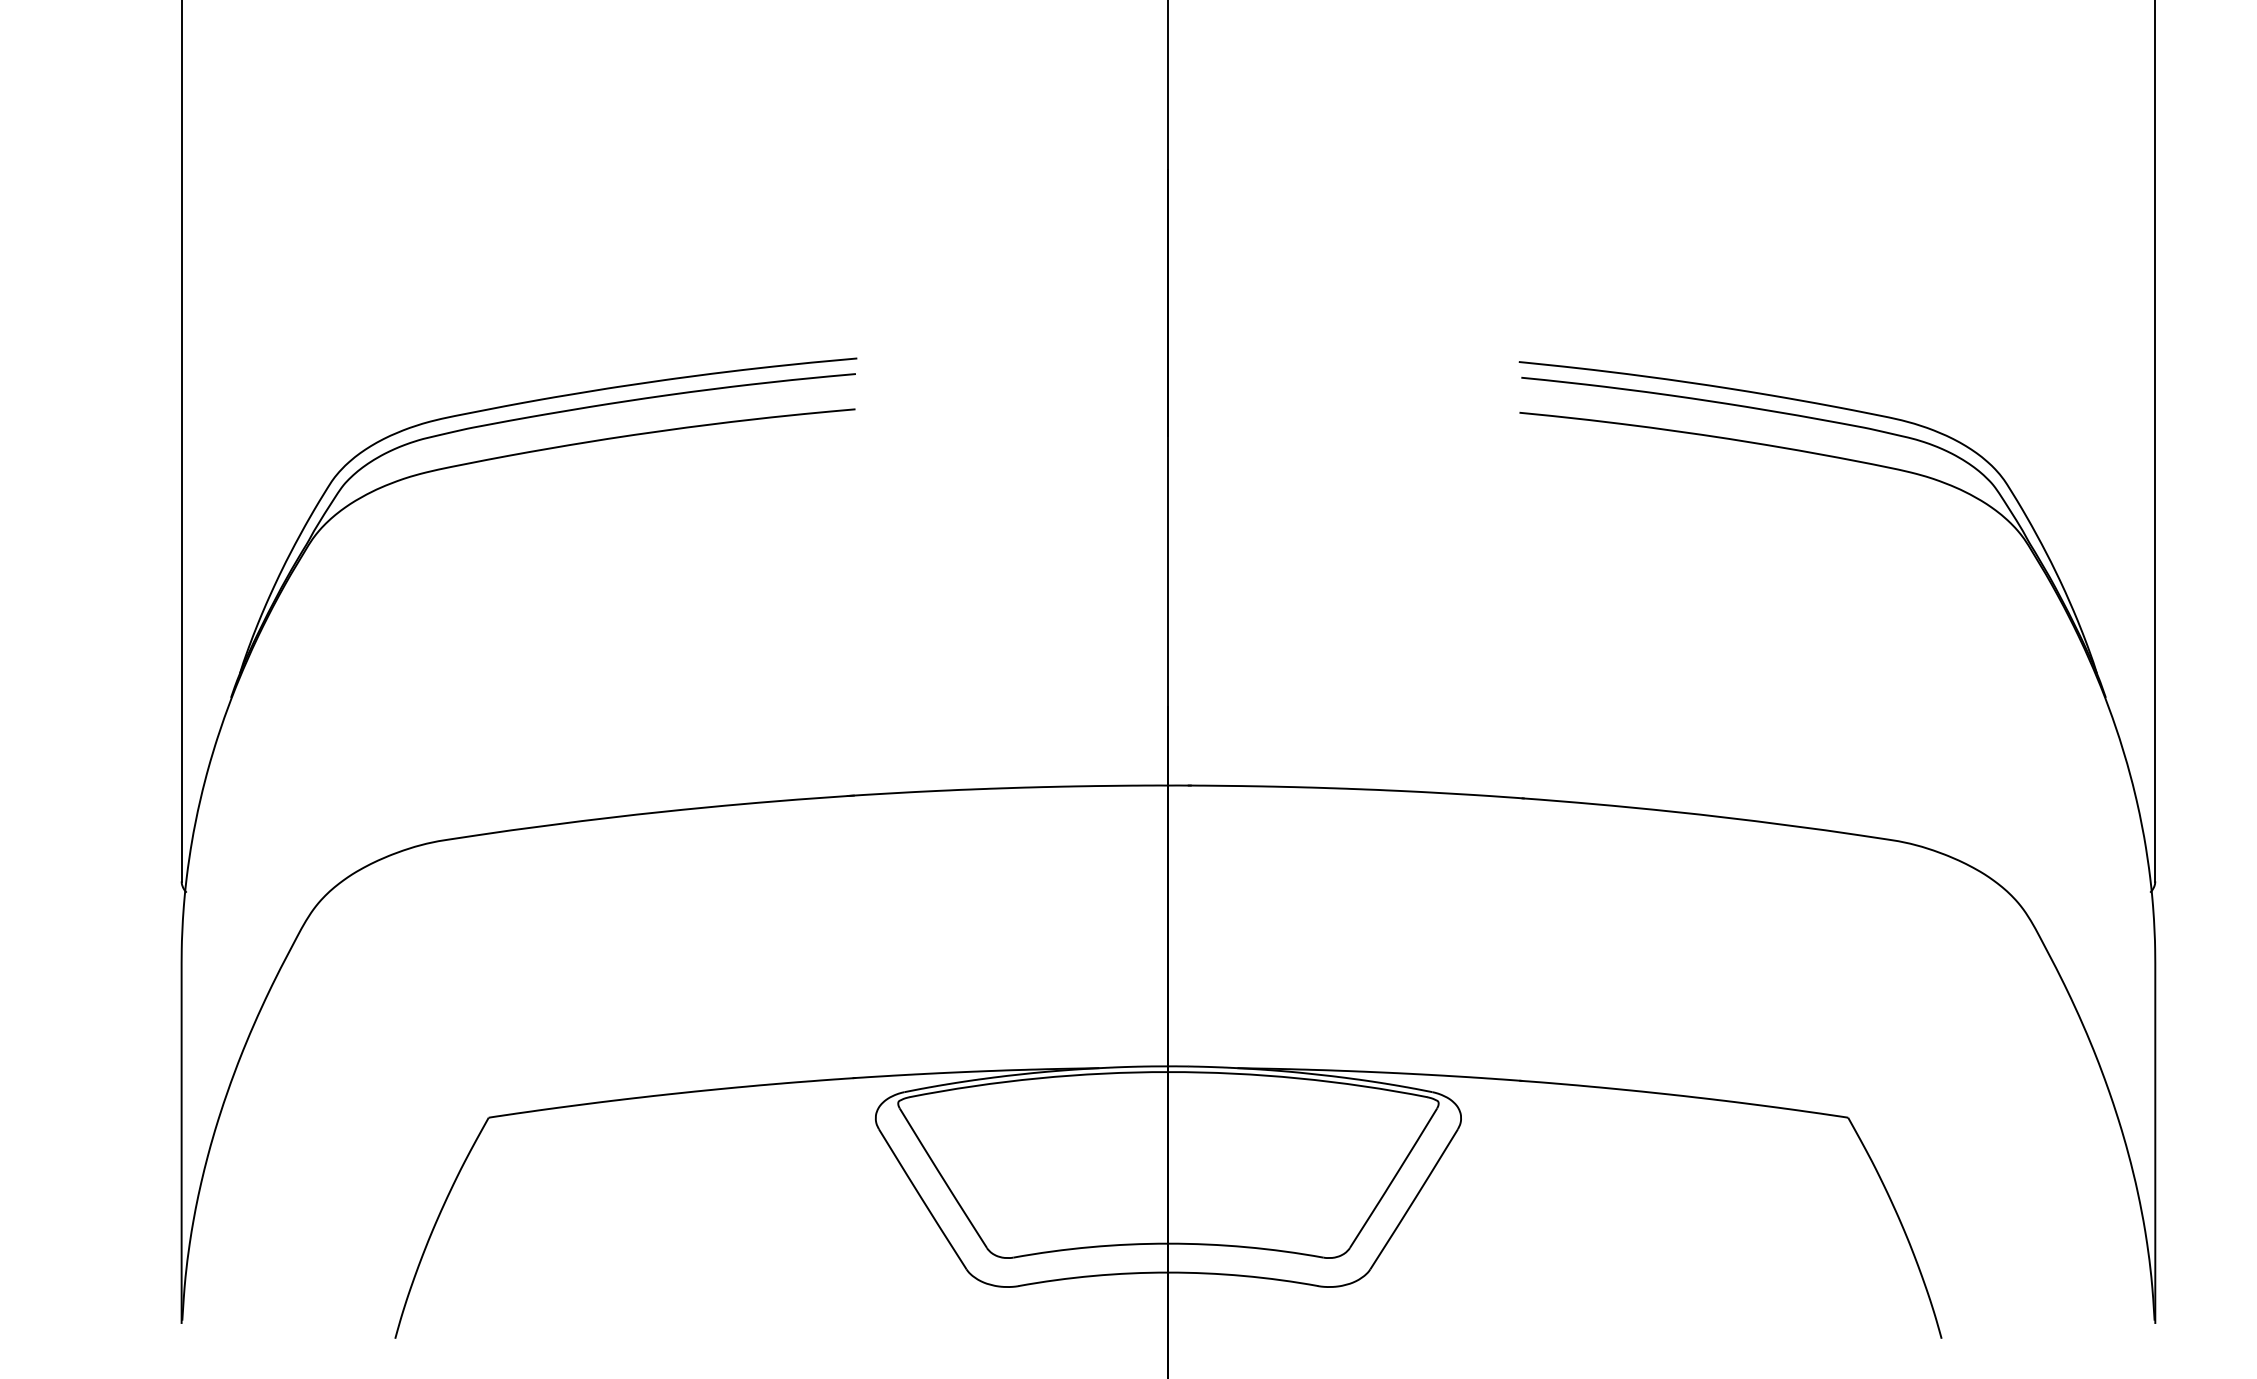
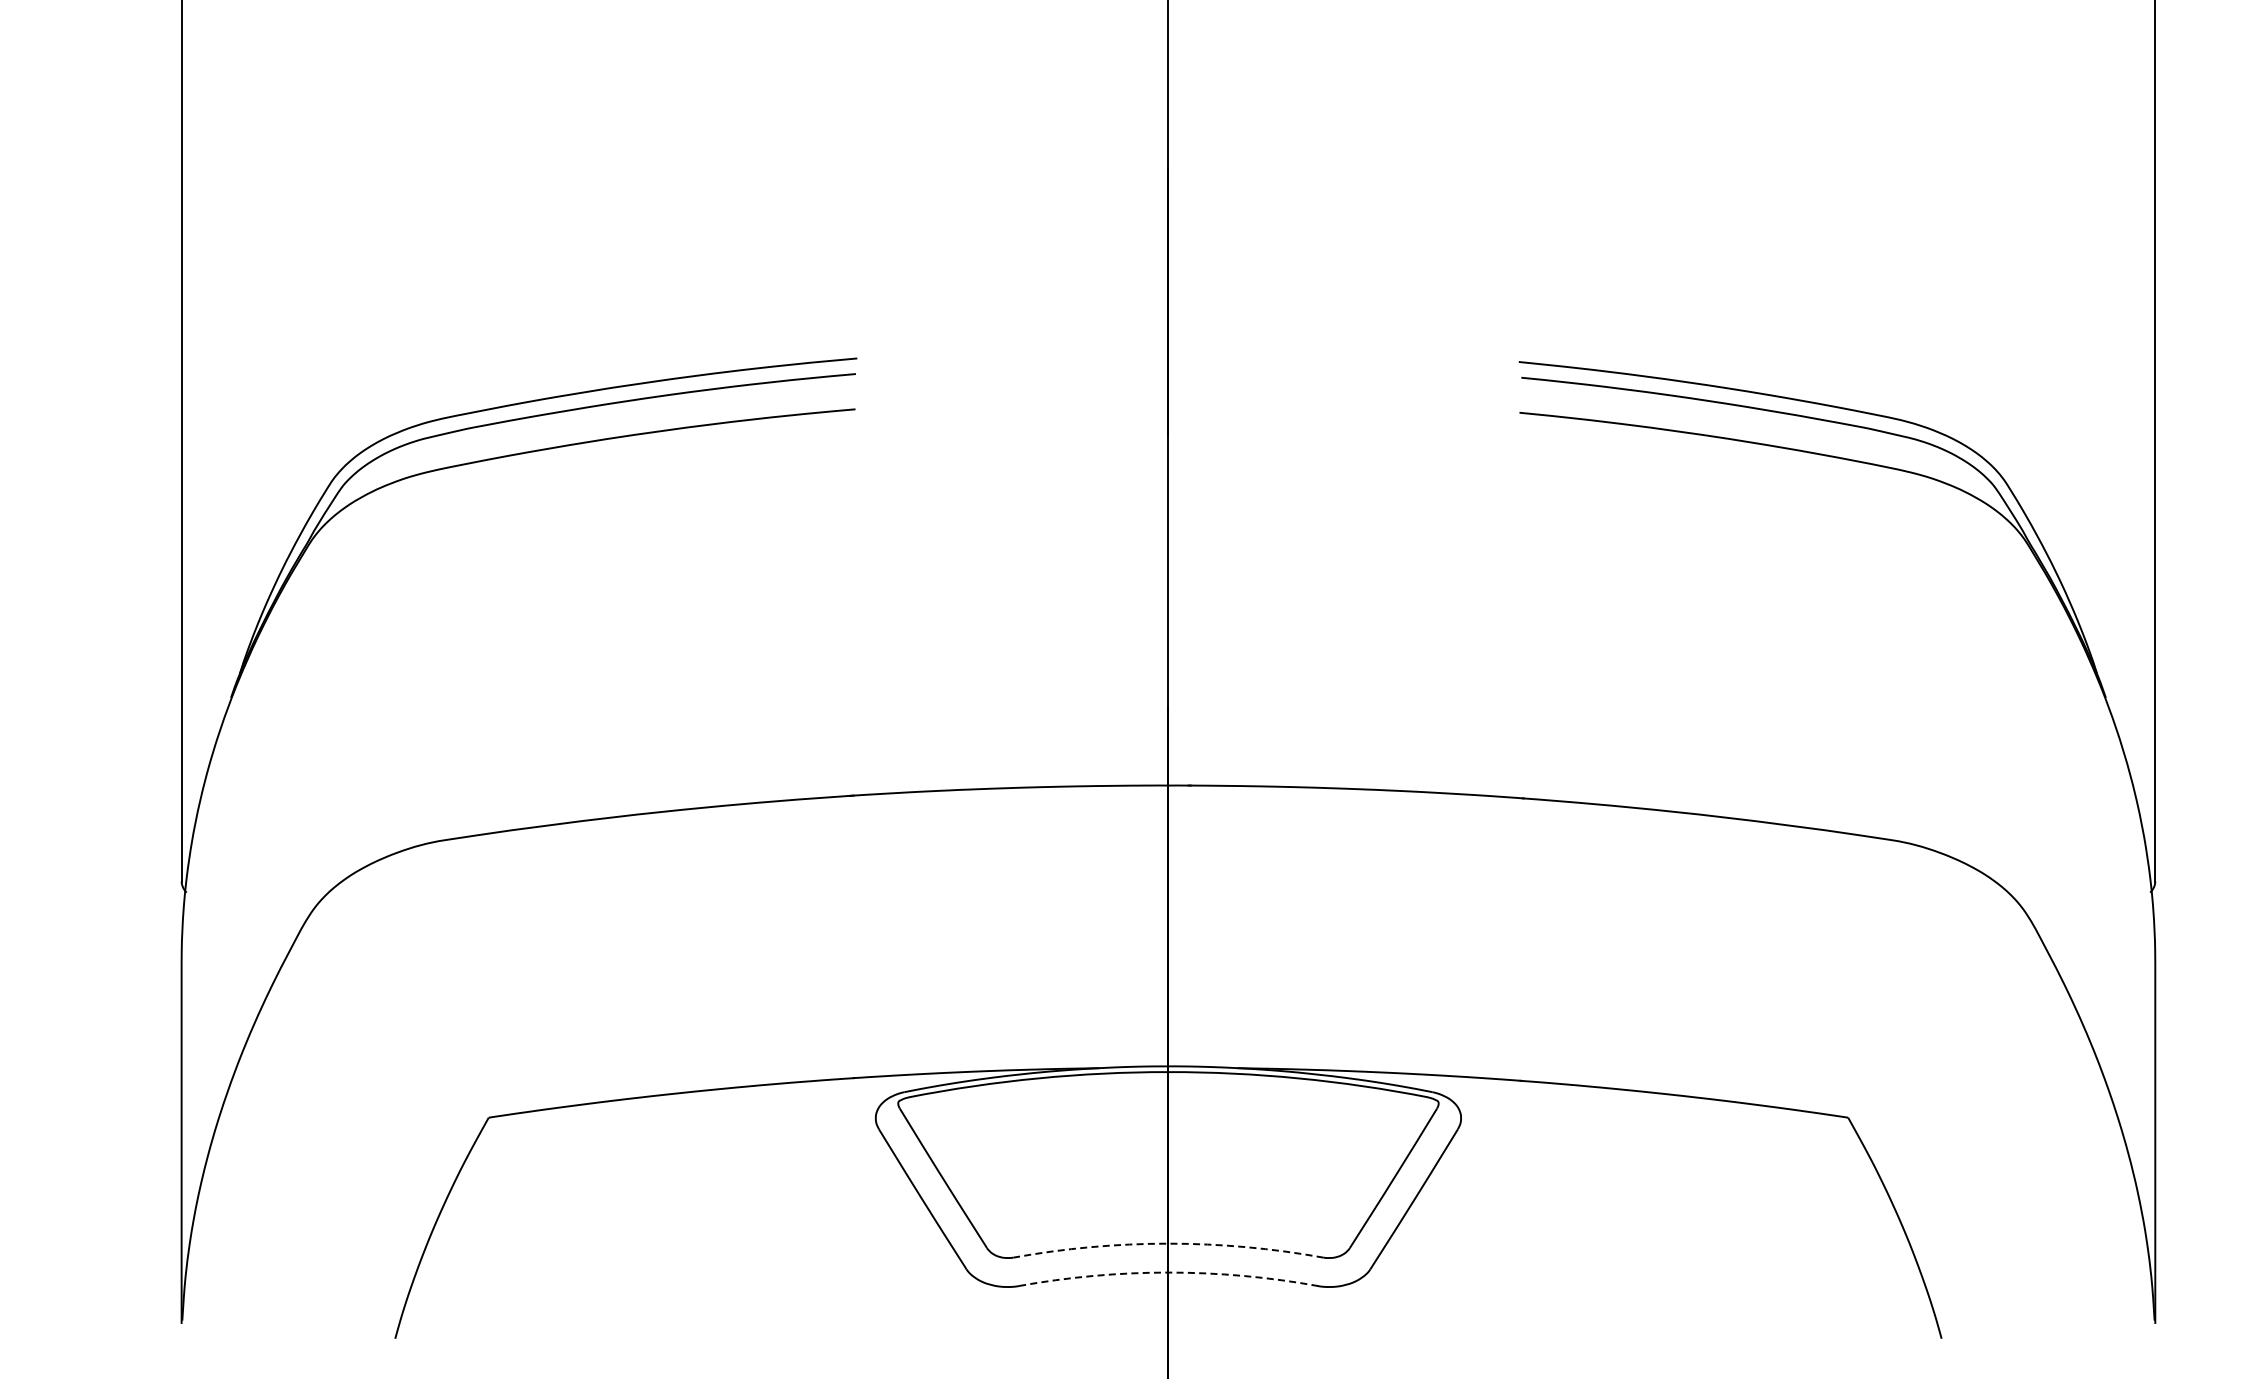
arc at (1168, 1243): solid -> dashed
arc at (1168, 1272): solid -> dashed
